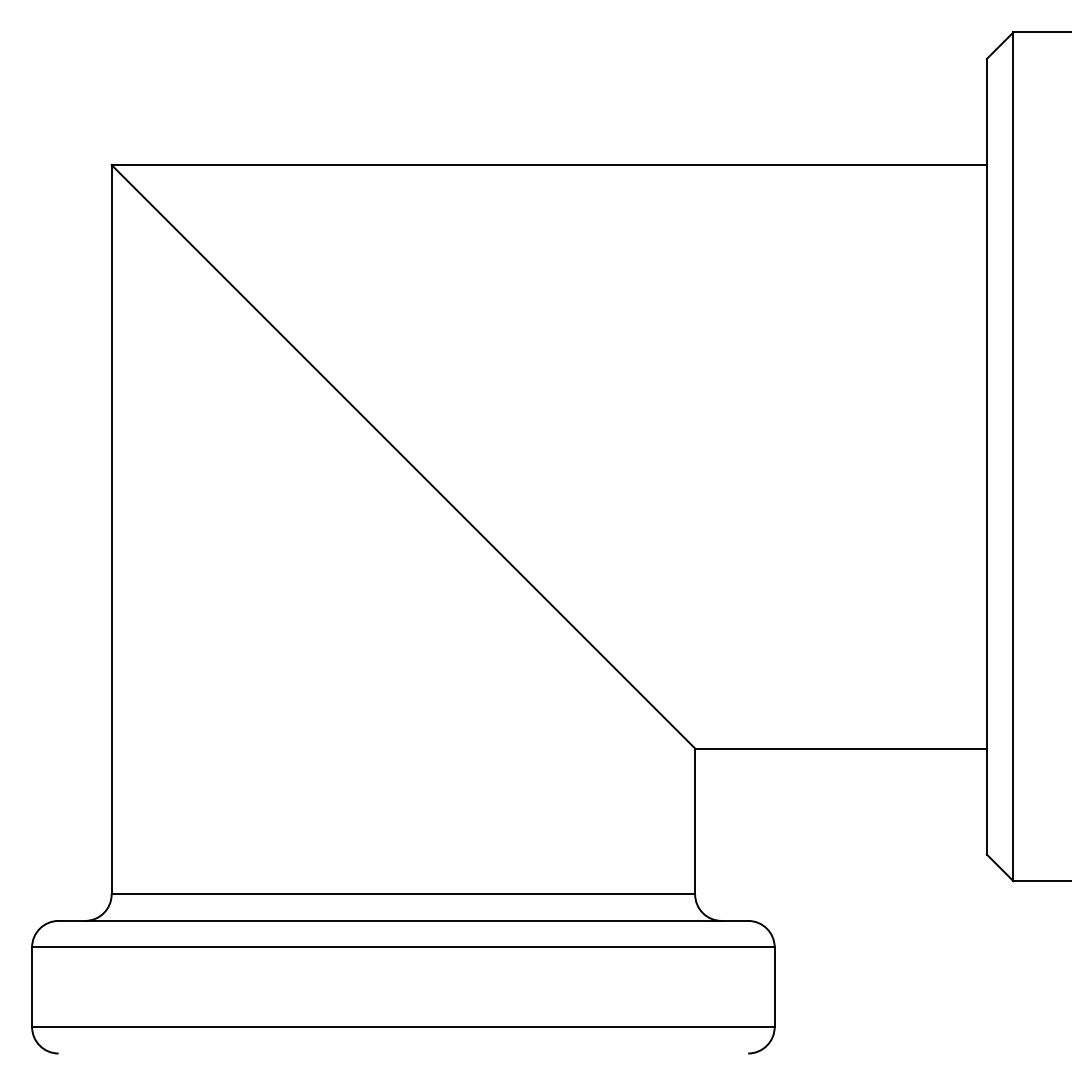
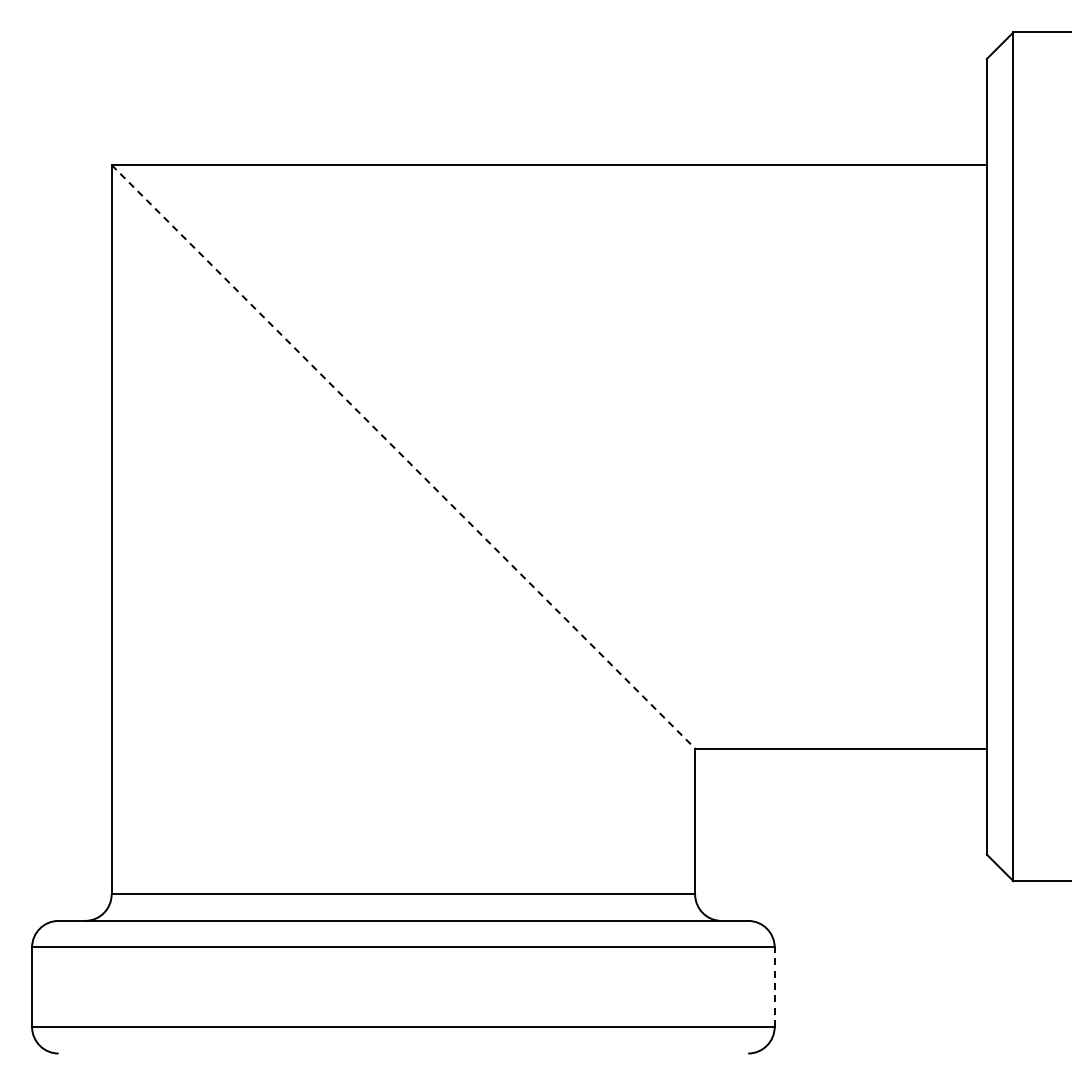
line at (403, 456): solid -> dashed
line at (774, 987): solid -> dashed
